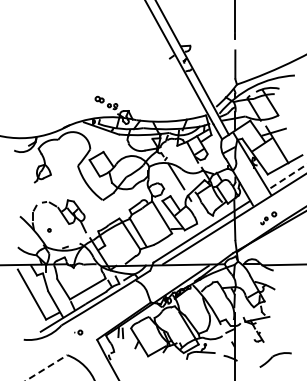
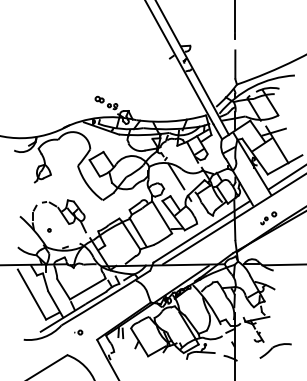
line at (287, 177): dashed -> solid
part at (275, 359) position: (275, 359) -> (275, 350)
line at (46, 367): dashed -> solid
